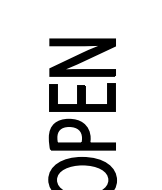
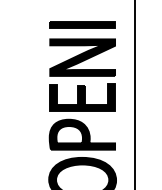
part at (82, 24): none -> present
line at (134, 94): none -> present
